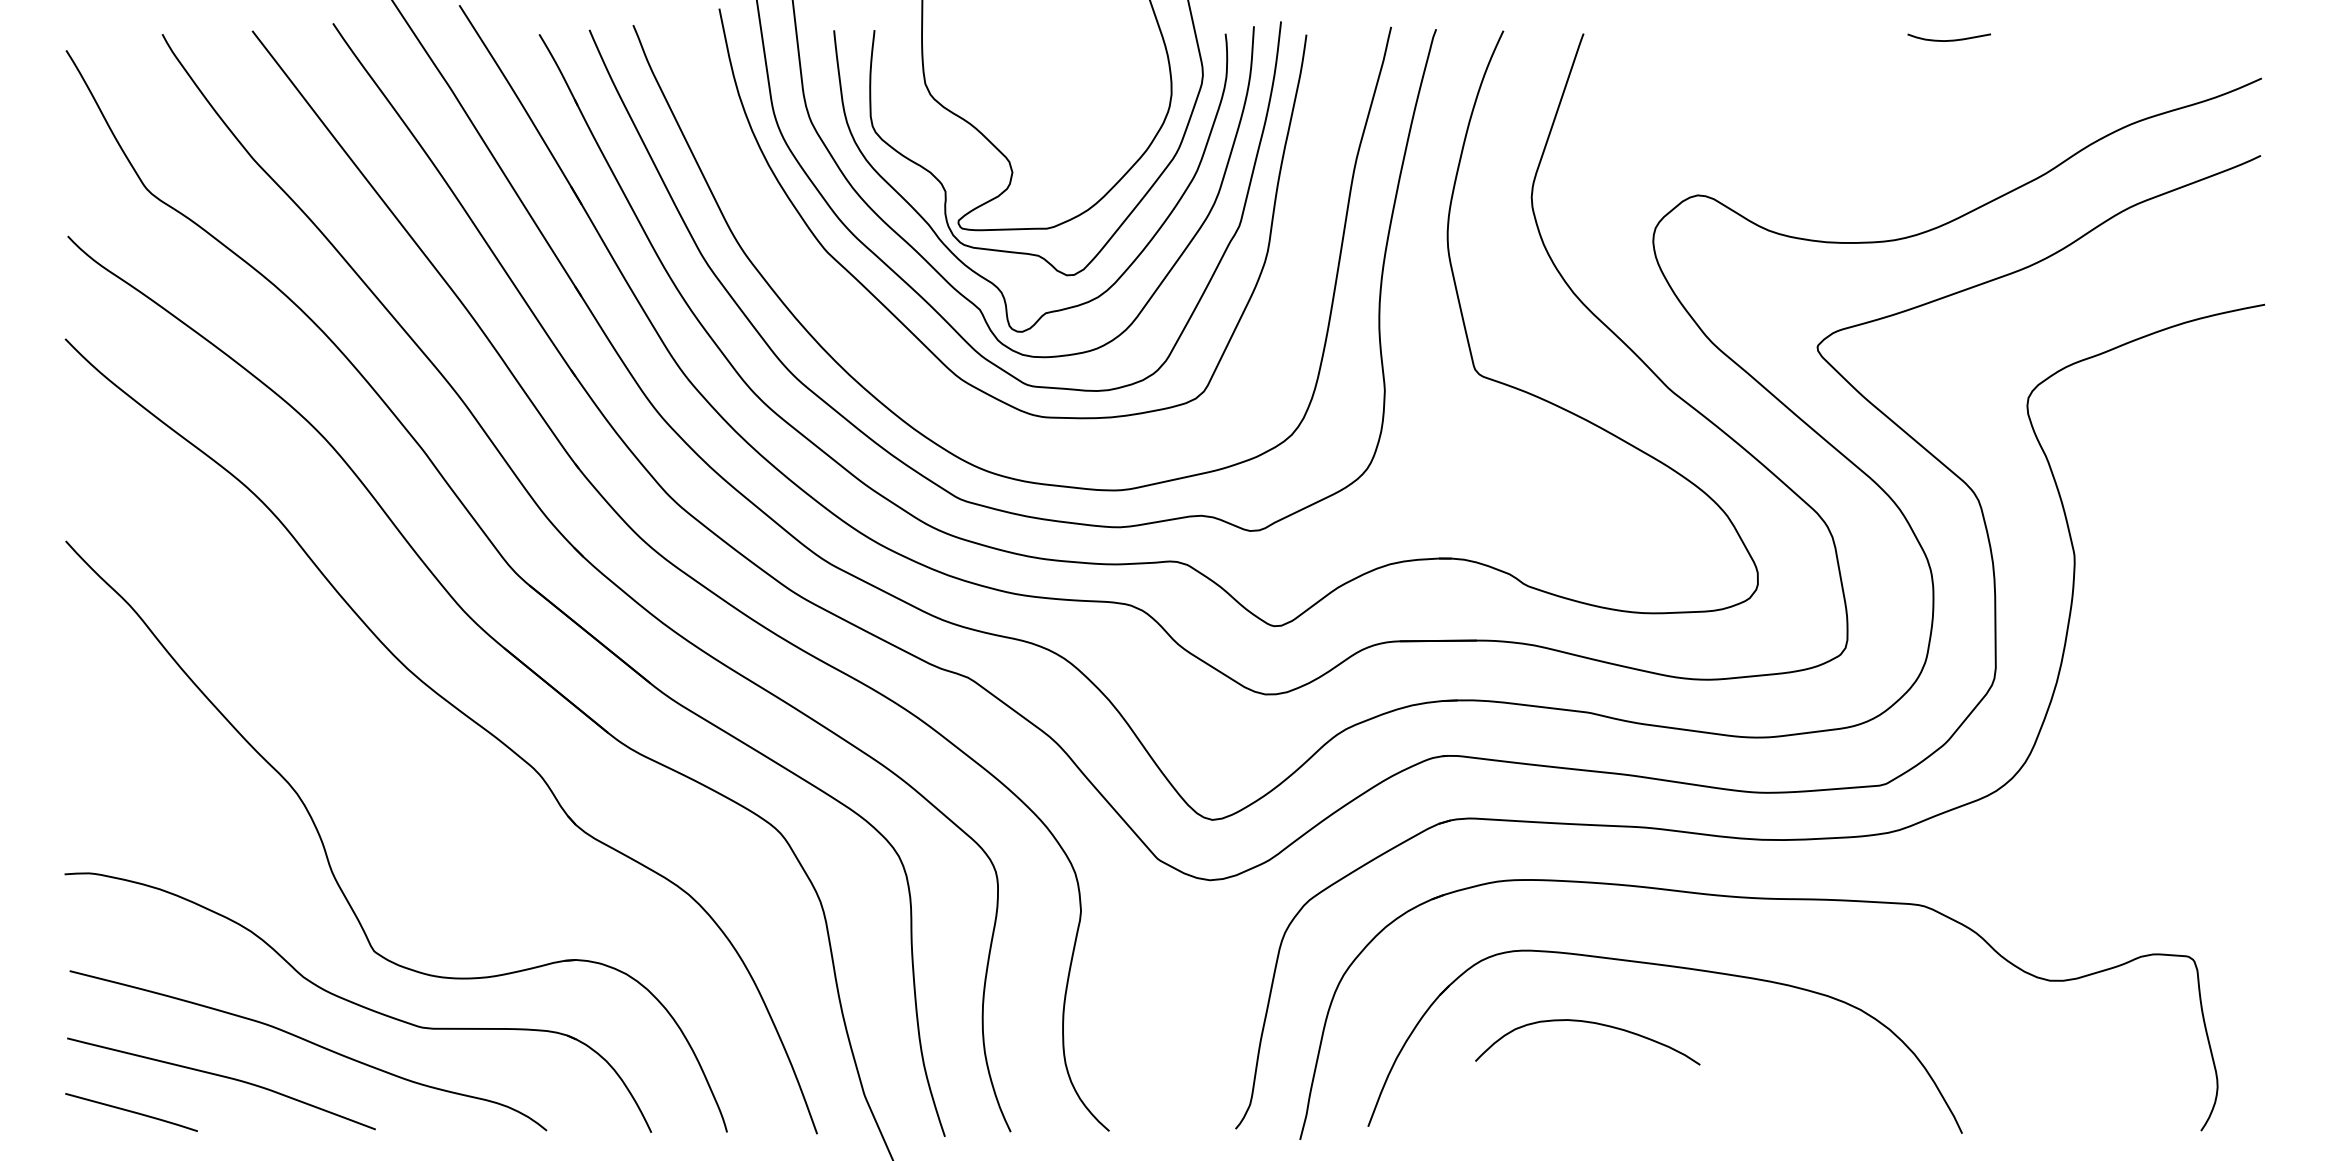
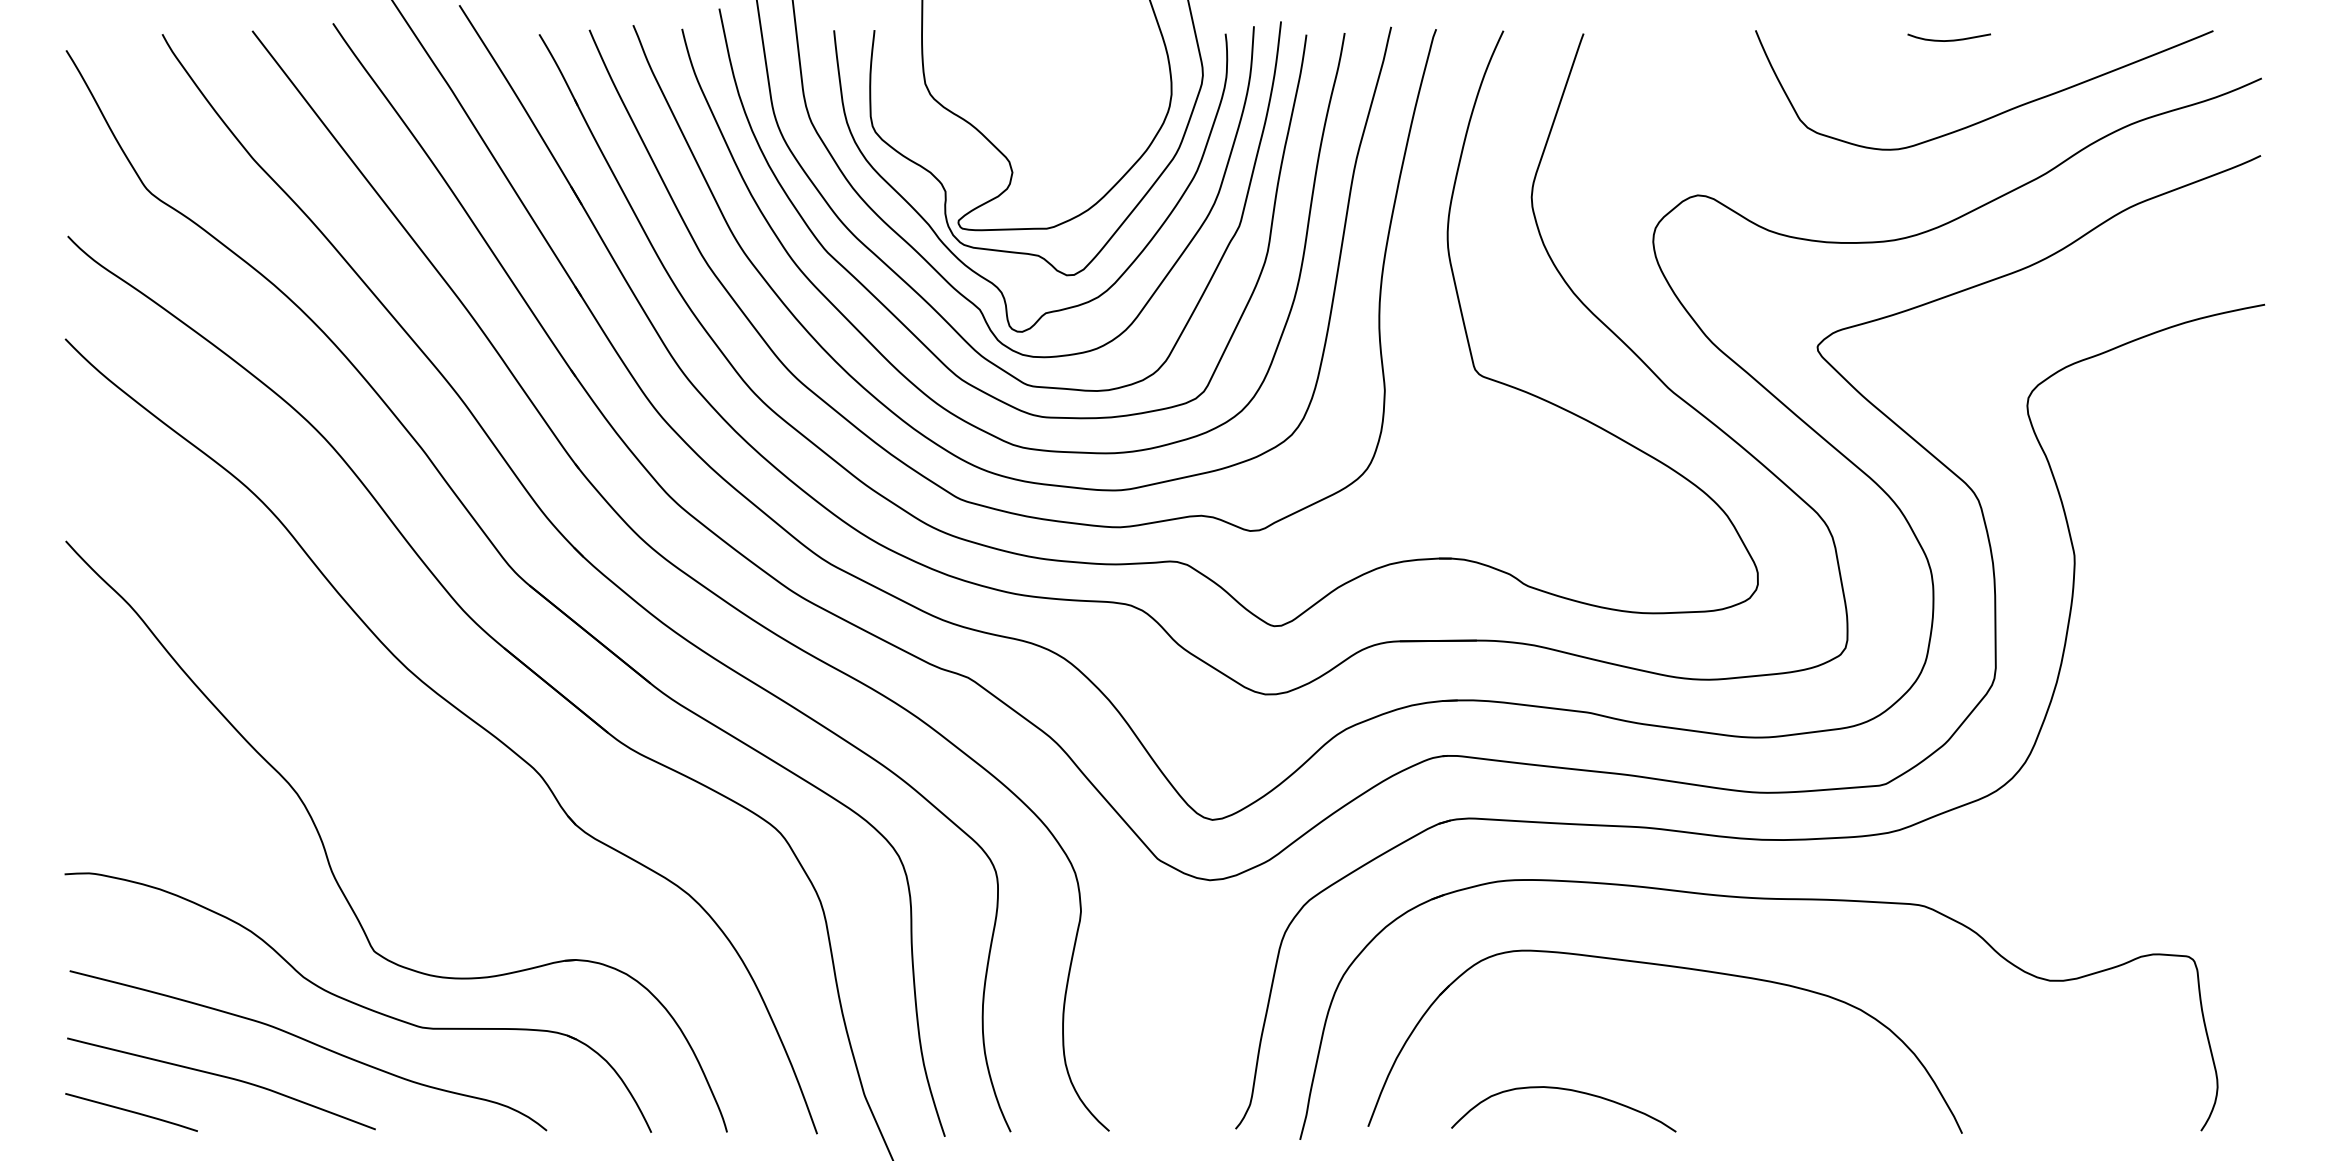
curve at (1993, 115): none -> present
curve at (893, 364): none -> present
curve at (1589, 1023) position: (1589, 1023) -> (1565, 1090)
